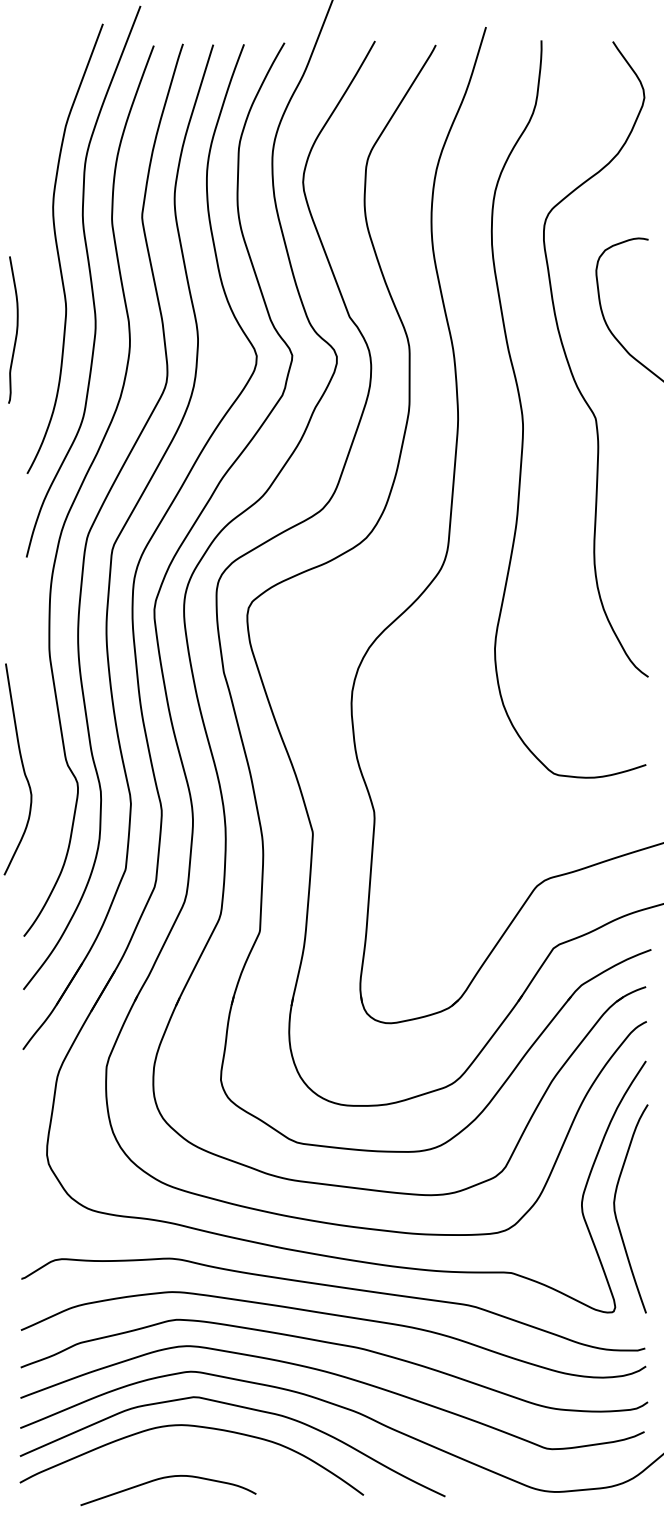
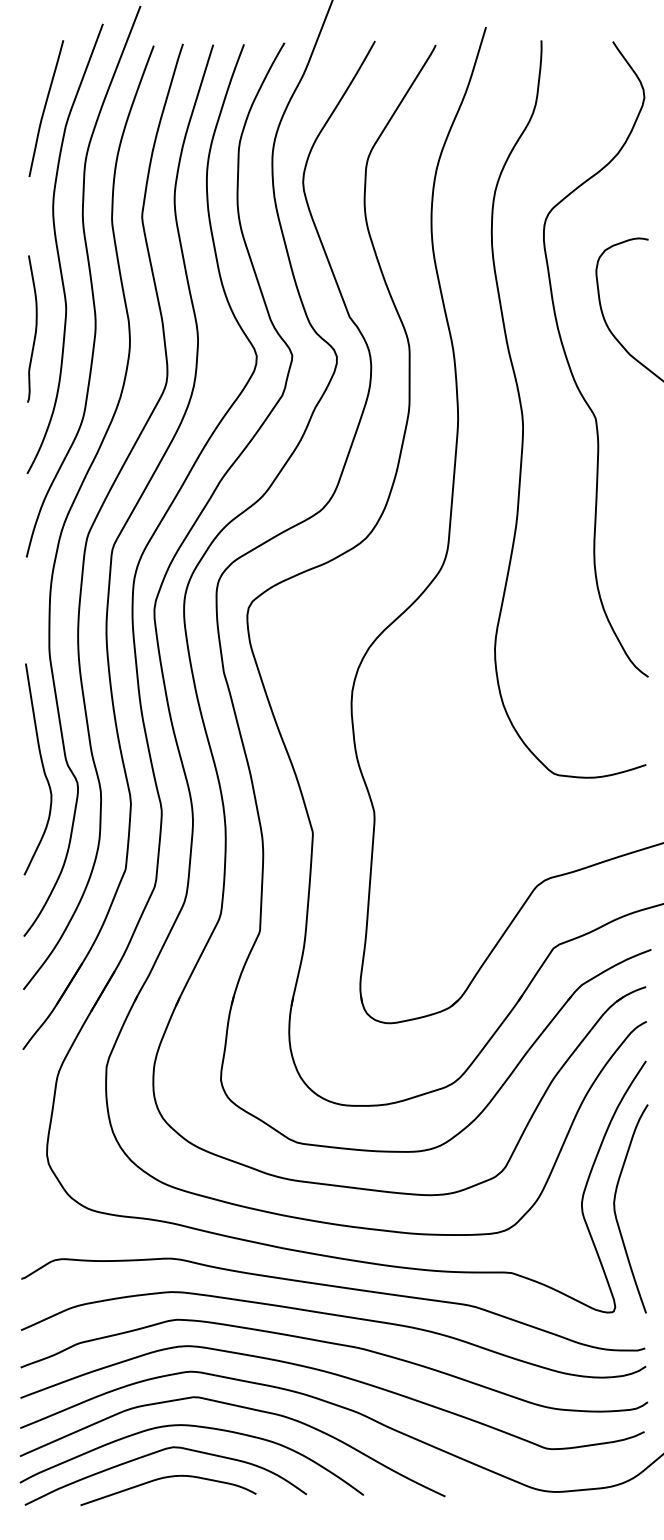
curve at (45, 108): none -> present
curve at (16, 329) position: (16, 329) -> (35, 328)
curve at (22, 769) position: (22, 769) -> (42, 769)
curve at (158, 1452): none -> present
